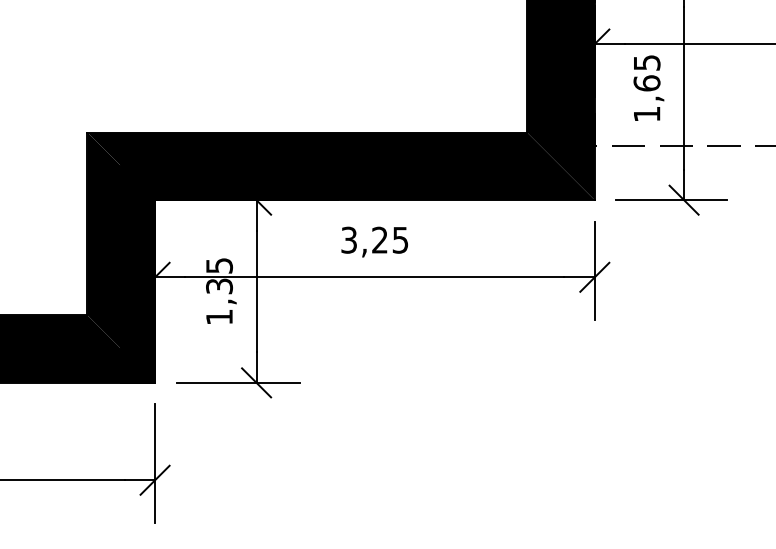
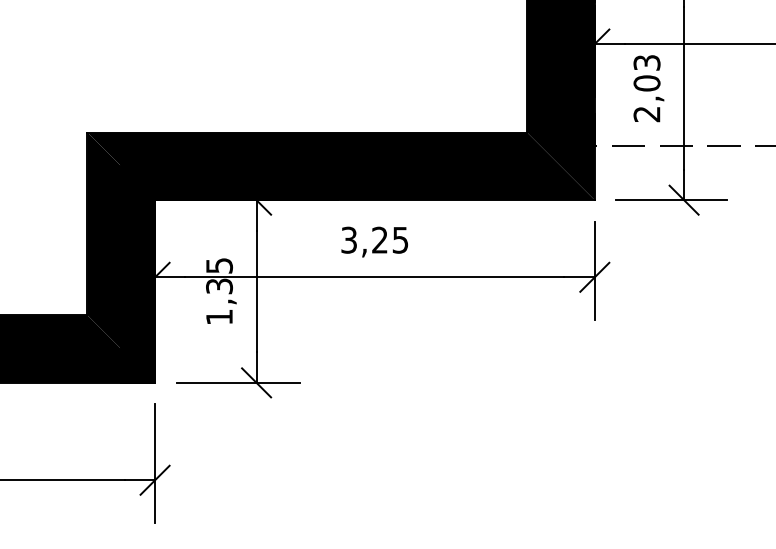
text at (646, 88): 1,65 -> 2,03
